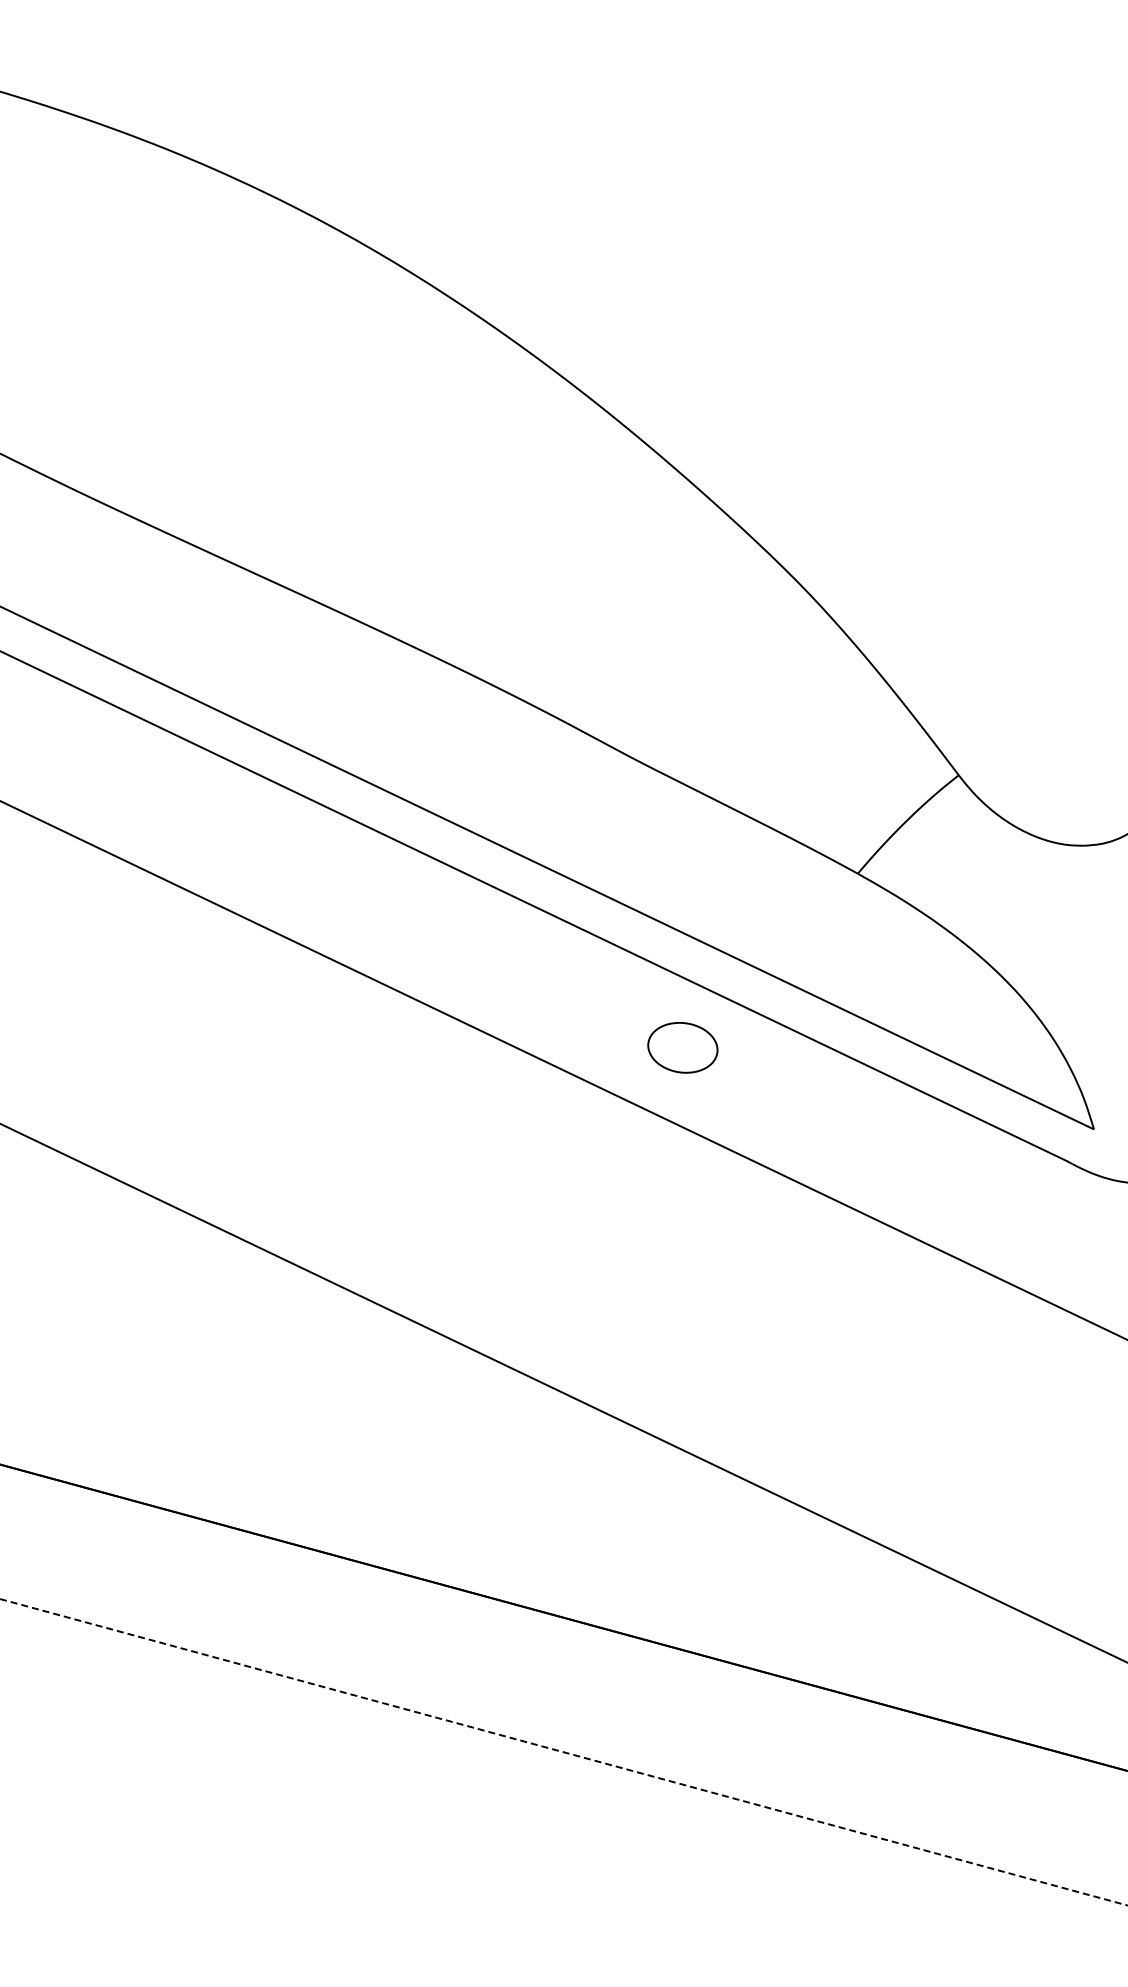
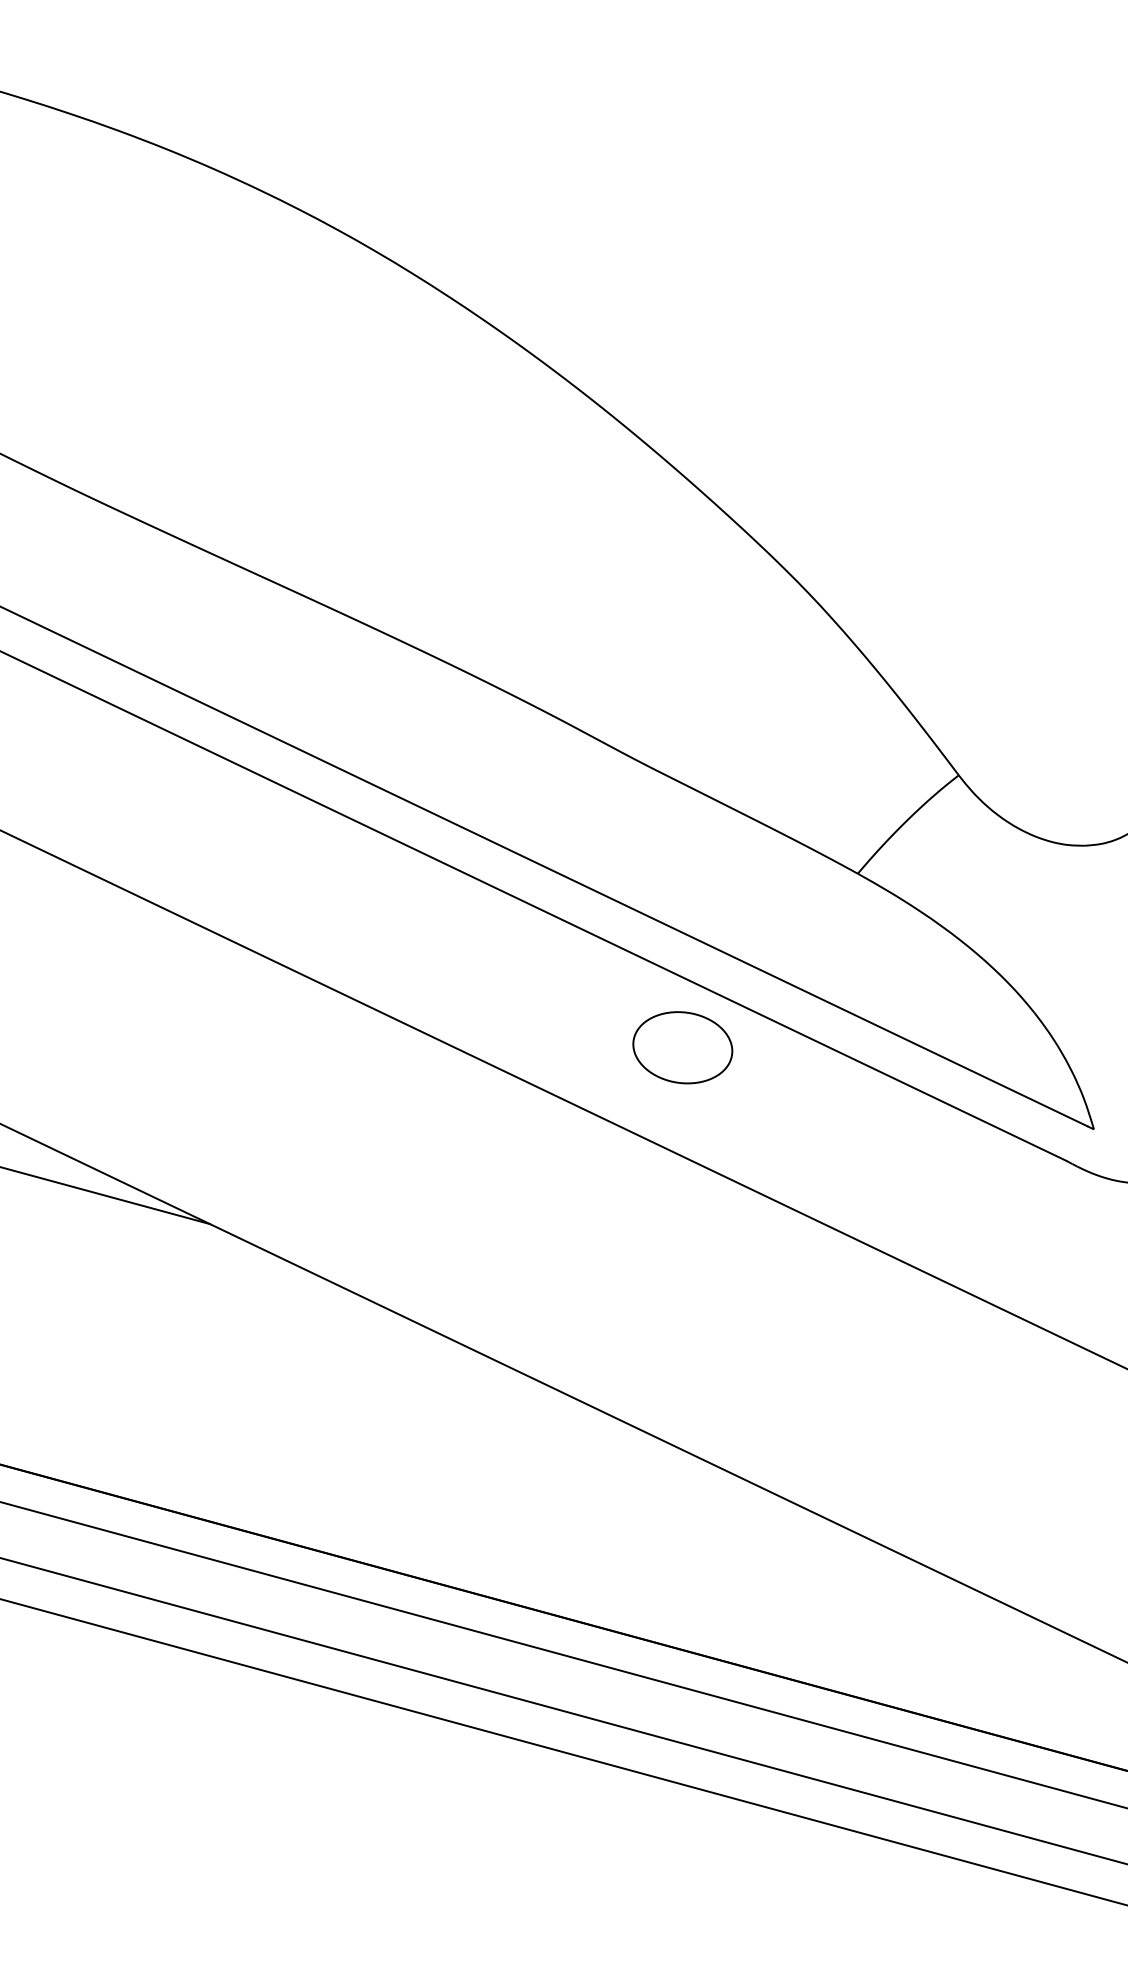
part at (682, 1047) size: 72x52 px -> 102x74 px
line at (563, 1070) position: (563, 1070) -> (563, 1099)
line at (106, 1195): none -> present
line at (563, 1654): none -> present
line at (563, 1710): none -> present
line at (563, 1752): dashed -> solid
